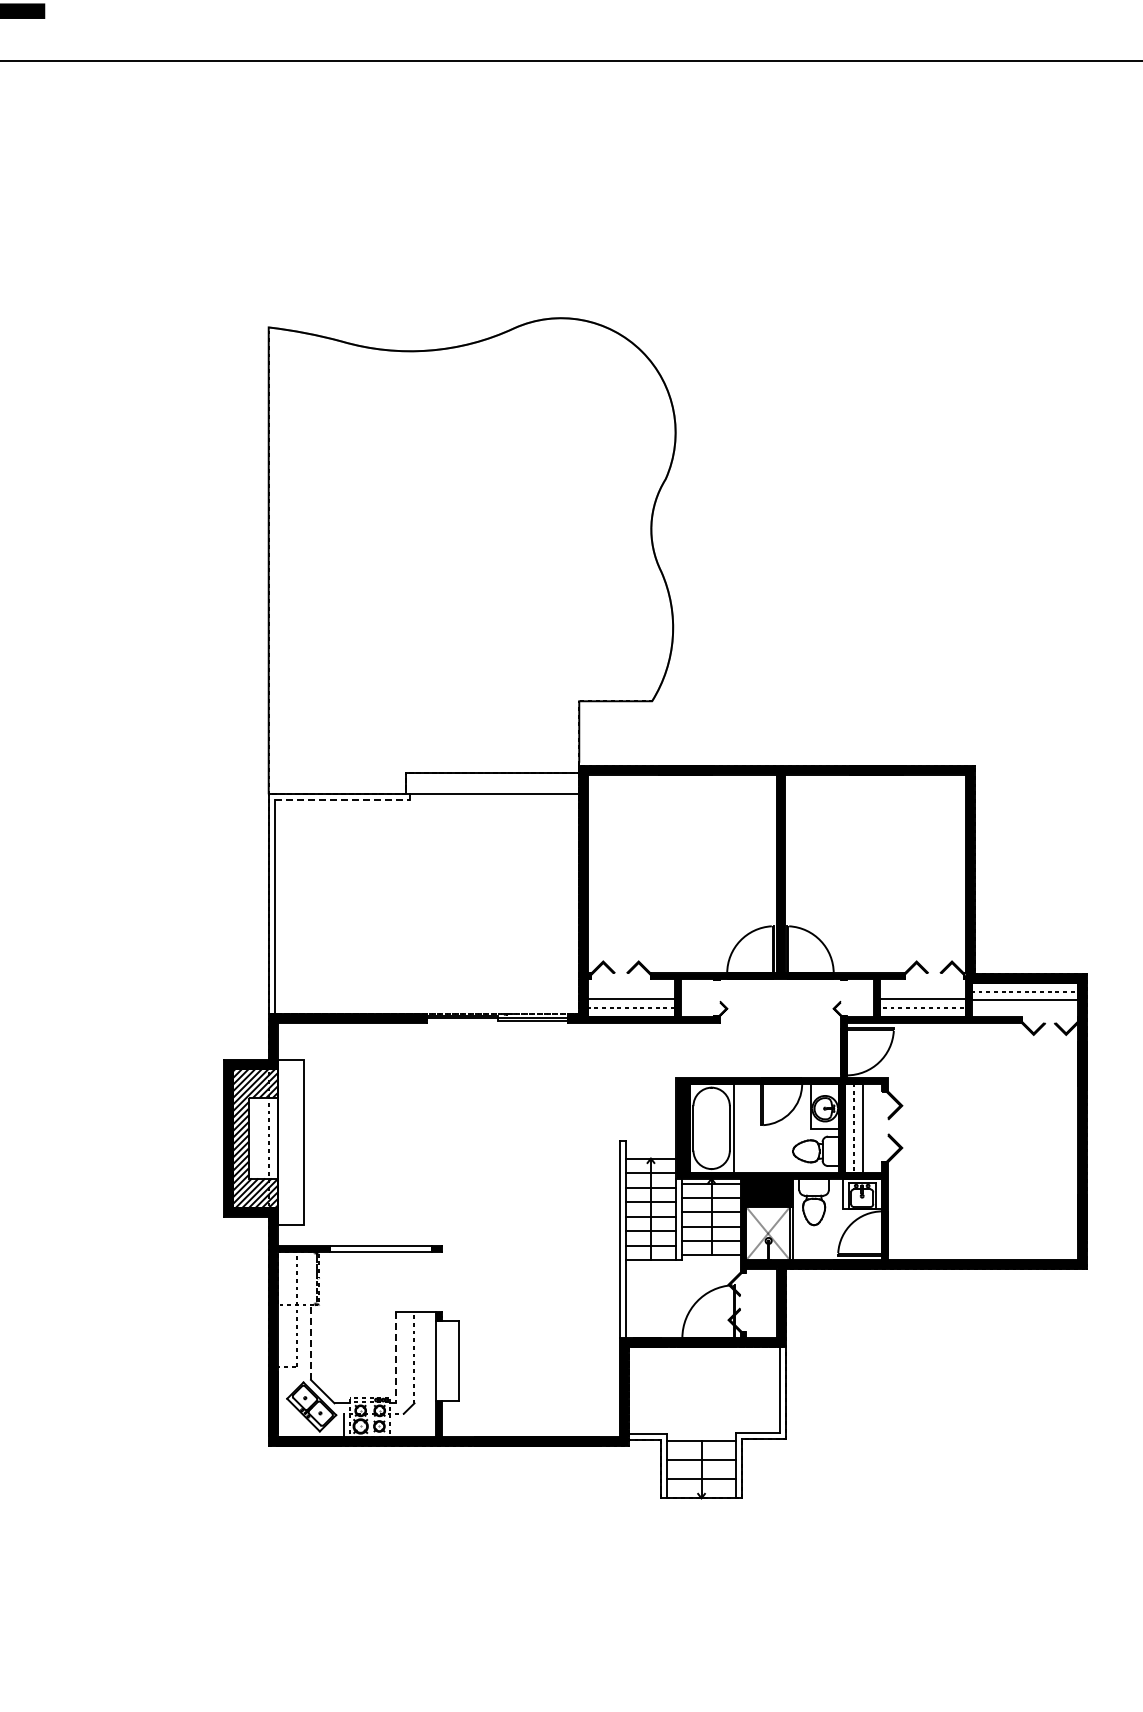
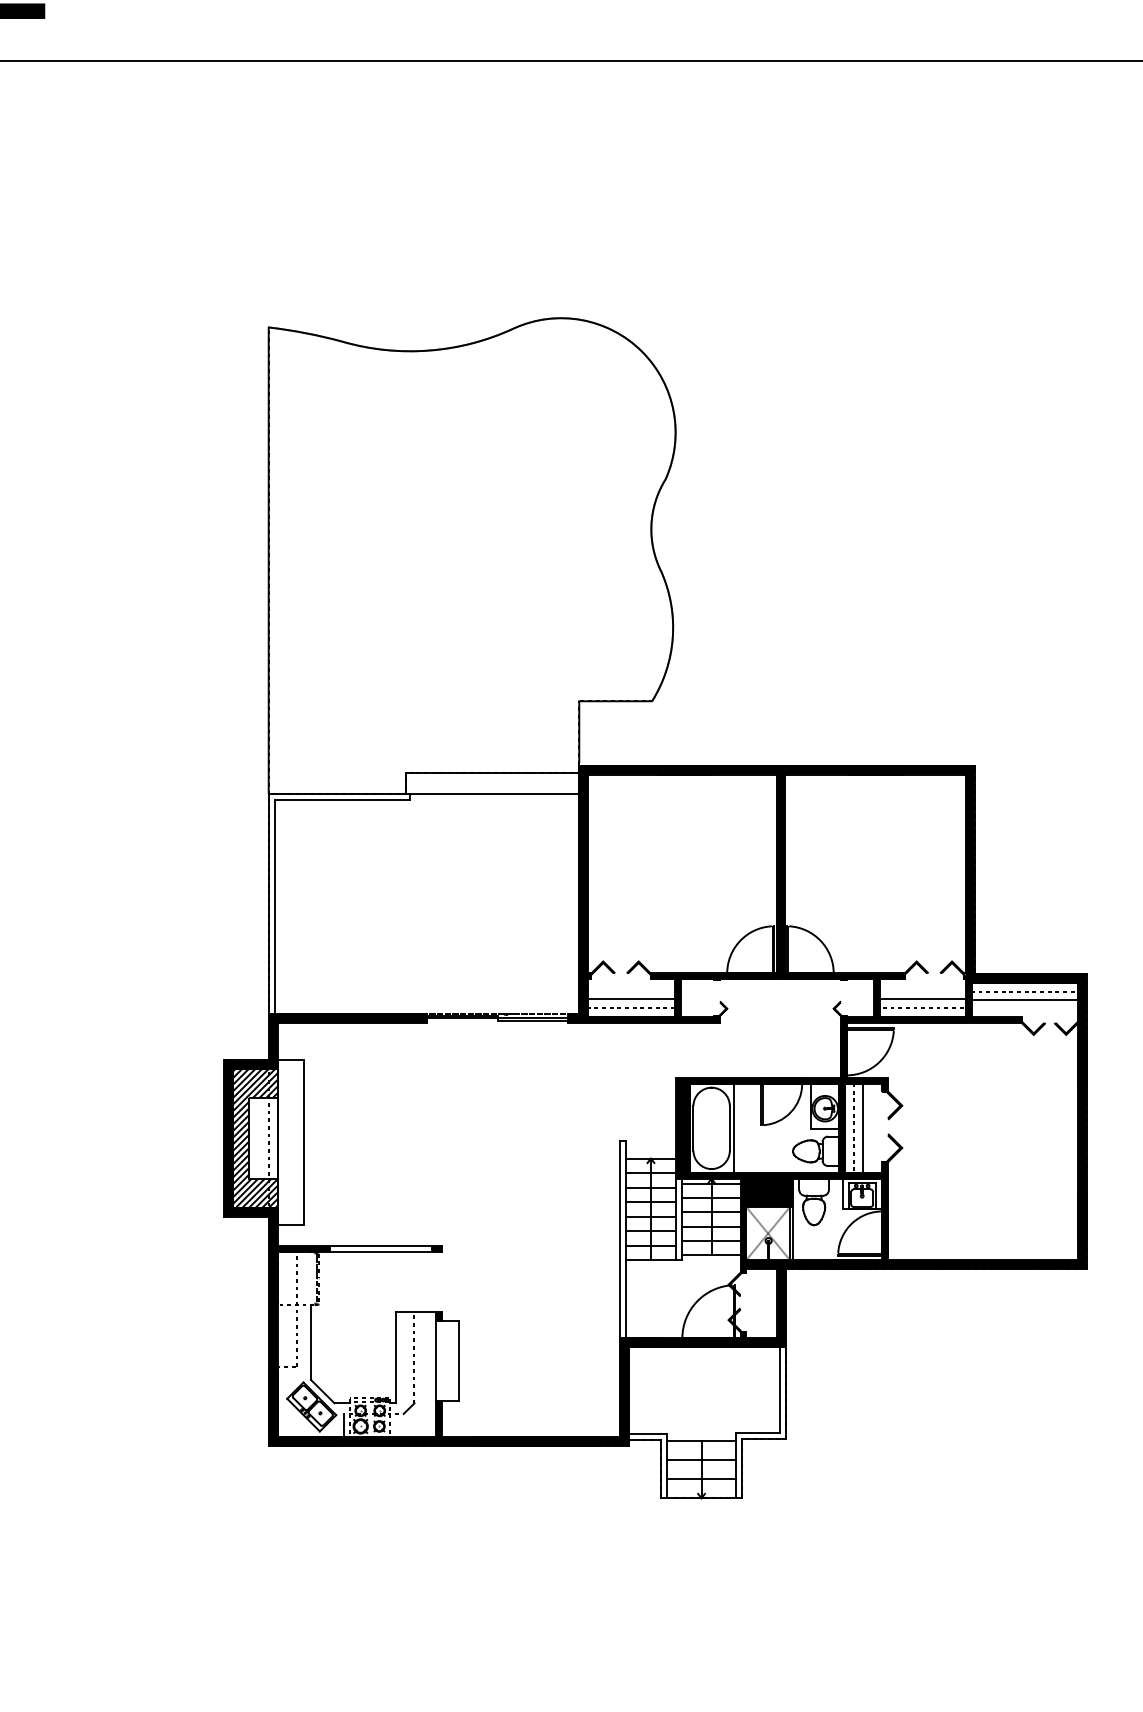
line at (342, 800): dashed -> solid
line at (311, 1342): dashed -> solid
line at (396, 1357): dashed -> solid
